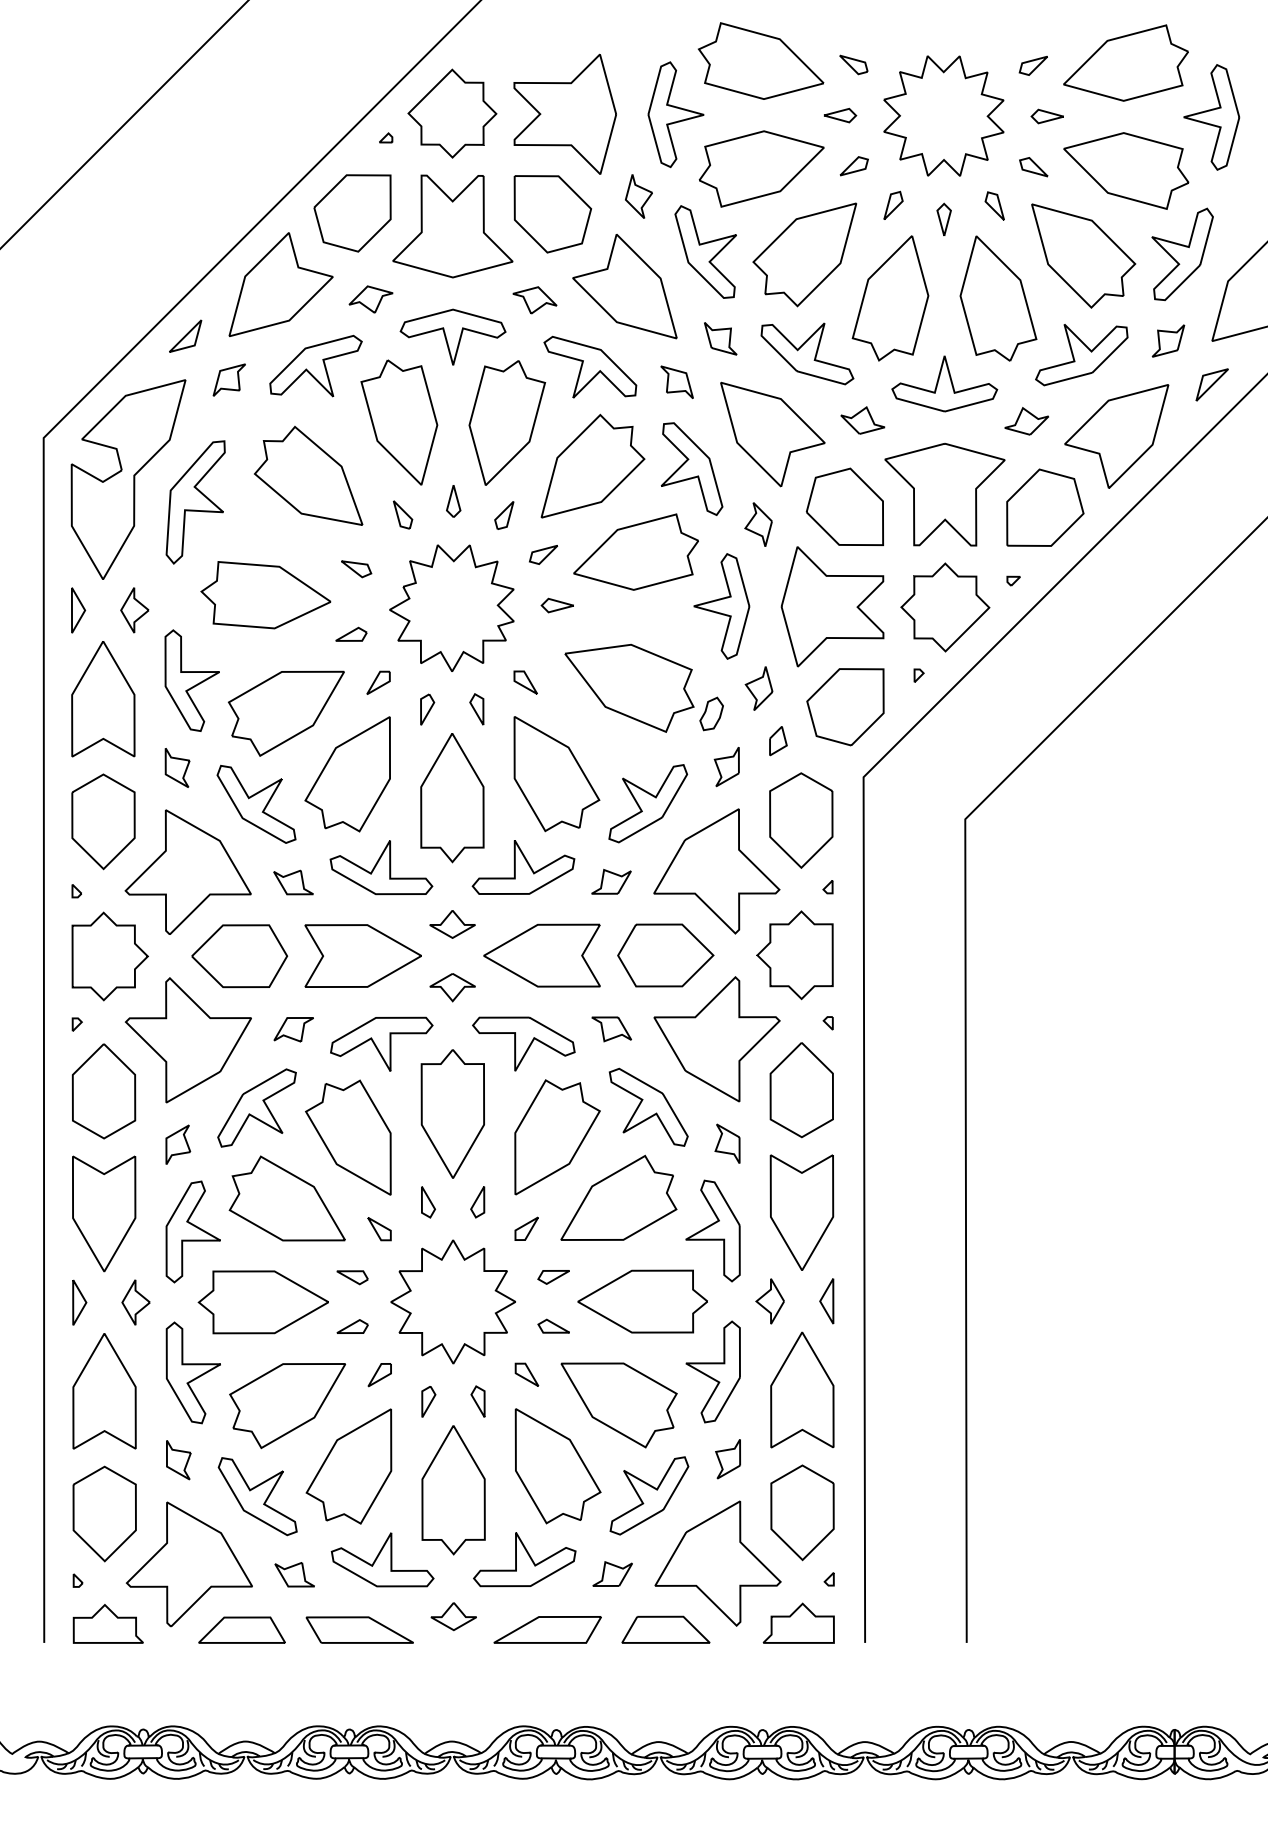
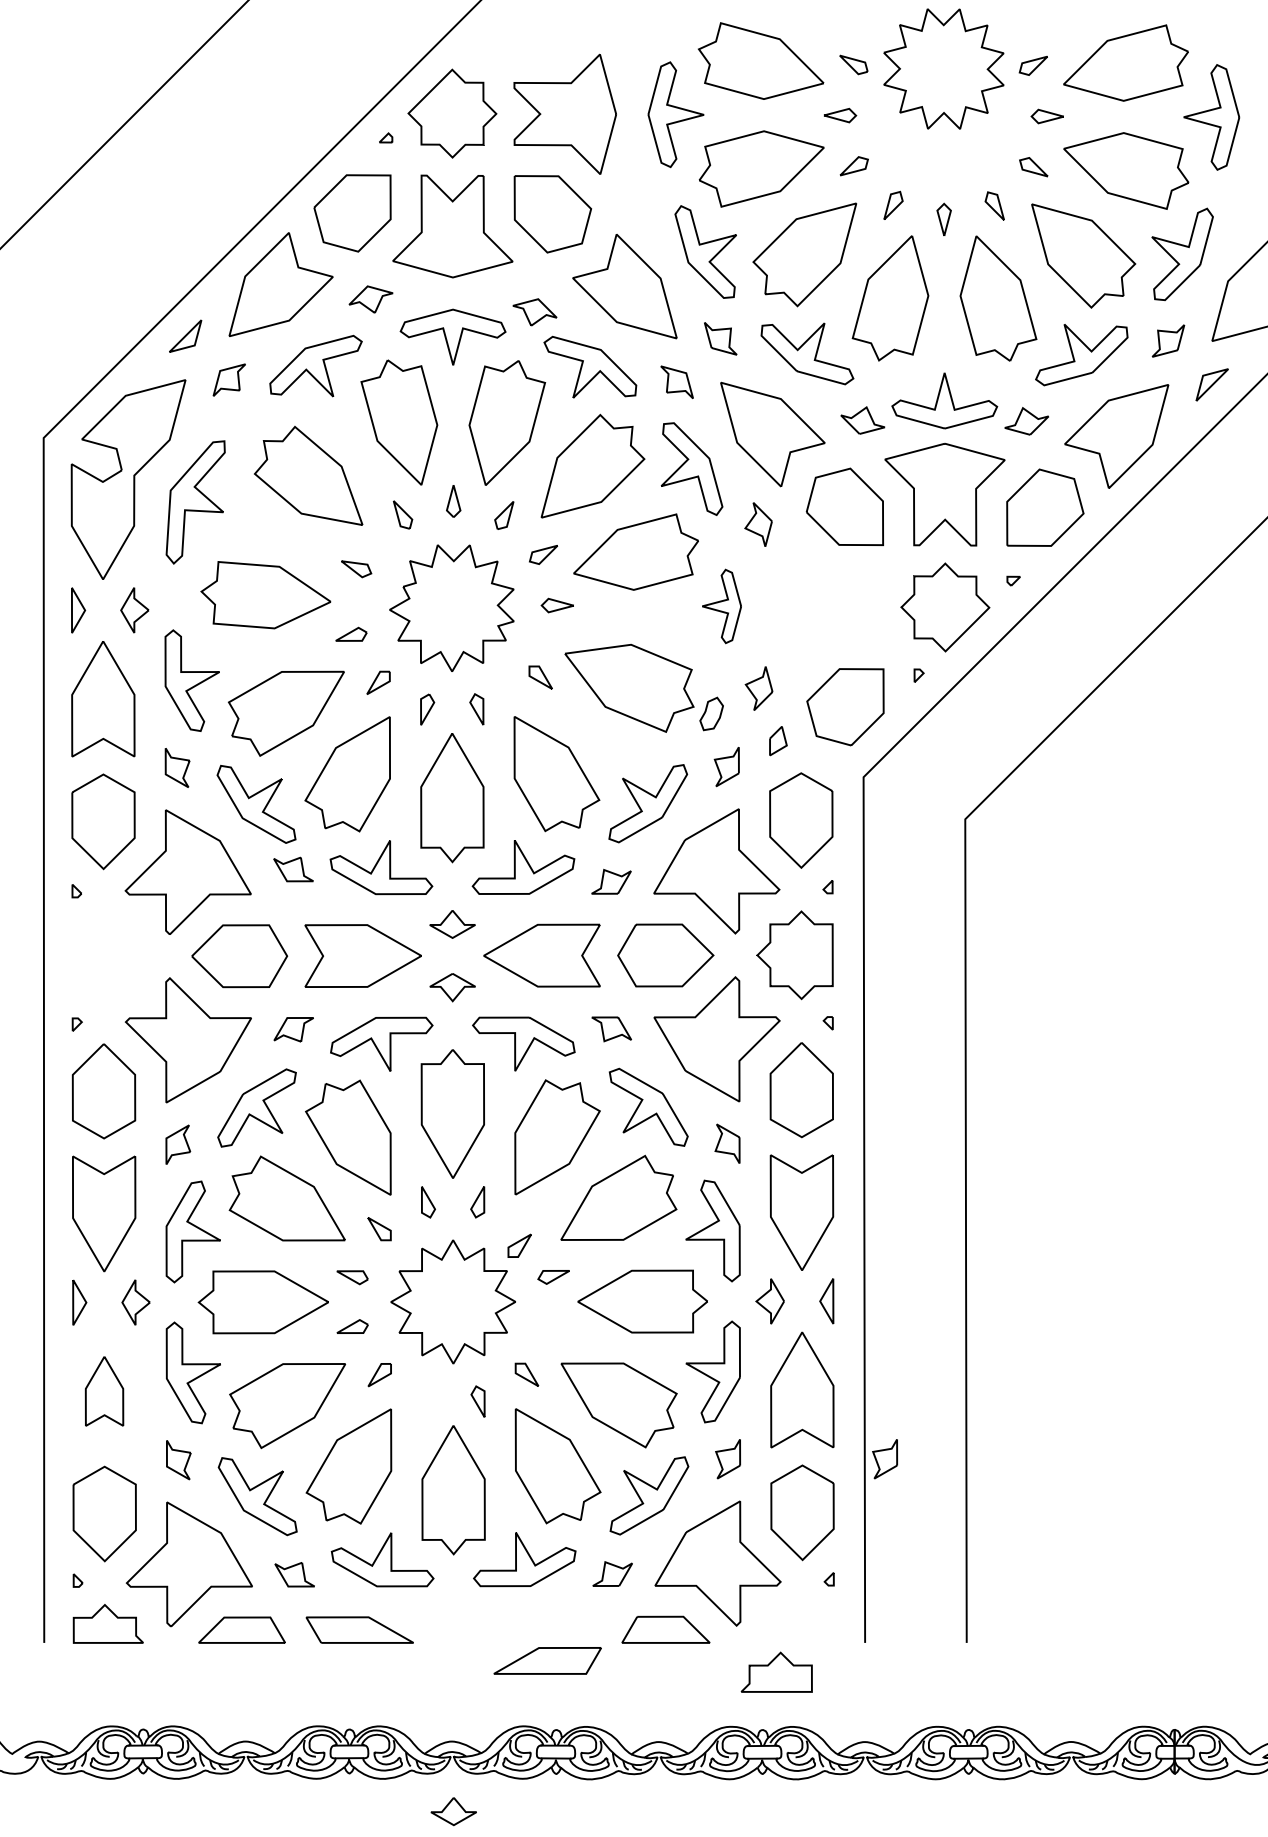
part at (943, 115) position: (943, 115) -> (943, 68)
part at (638, 196): present -> none
part at (534, 300) position: (534, 300) -> (534, 312)
part at (944, 383) position: (944, 383) -> (944, 400)
part at (721, 606) size: 58x107 px -> 40x77 px
part at (832, 606): present -> none
part at (525, 682) position: (525, 682) -> (540, 677)
part at (293, 882) position: (293, 882) -> (293, 869)
part at (109, 956): present -> none
part at (526, 1228) position: (526, 1228) -> (519, 1245)
part at (553, 1325): present -> none
part at (104, 1391) size: 65x117 px -> 41x71 px
part at (428, 1401): present -> none
part at (884, 1459): none -> present
part at (453, 1616) position: (453, 1616) -> (453, 1811)
part at (798, 1622) position: (798, 1622) -> (776, 1671)
part at (547, 1629) position: (547, 1629) -> (547, 1660)
